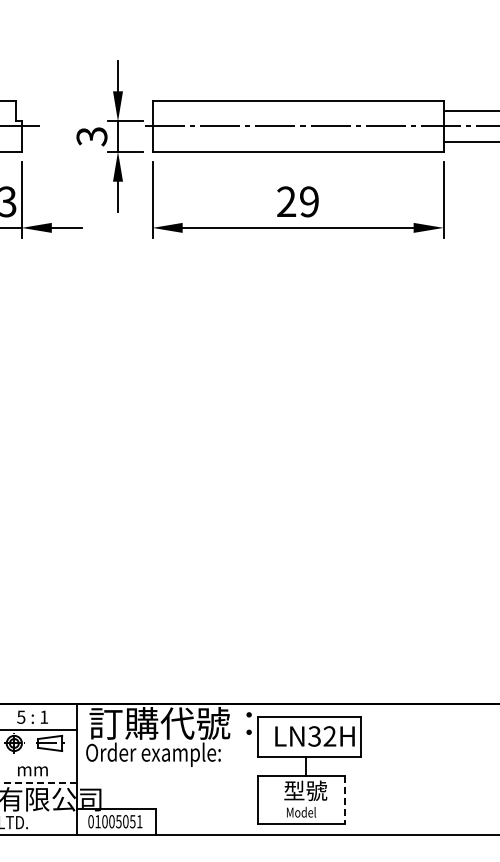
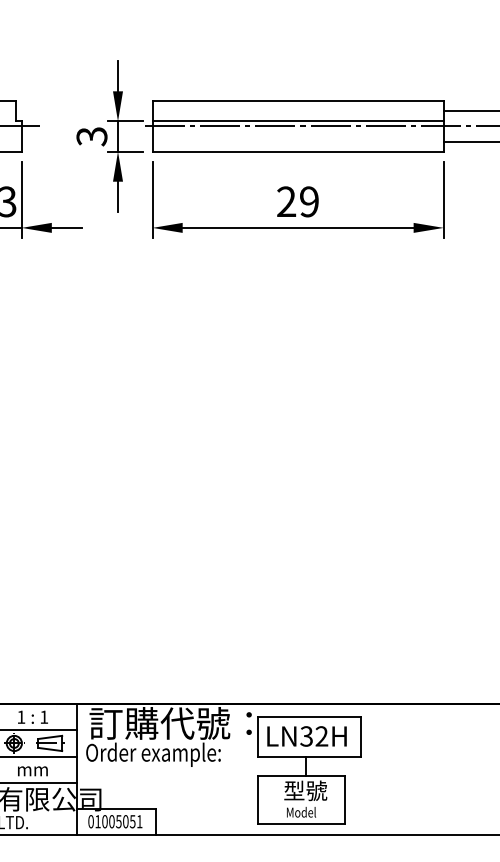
line at (297, 121): none -> present
text at (21, 716): 5 -> 1
text at (314, 736) position: (314, 736) -> (306, 736)
line at (39, 756): none -> present
line at (38, 782): dashed -> solid
line at (345, 800): dashed -> solid
